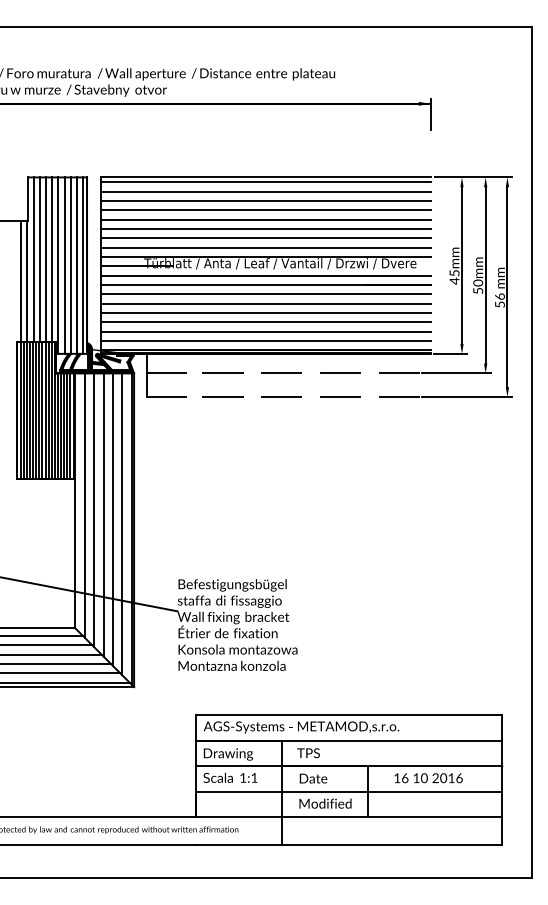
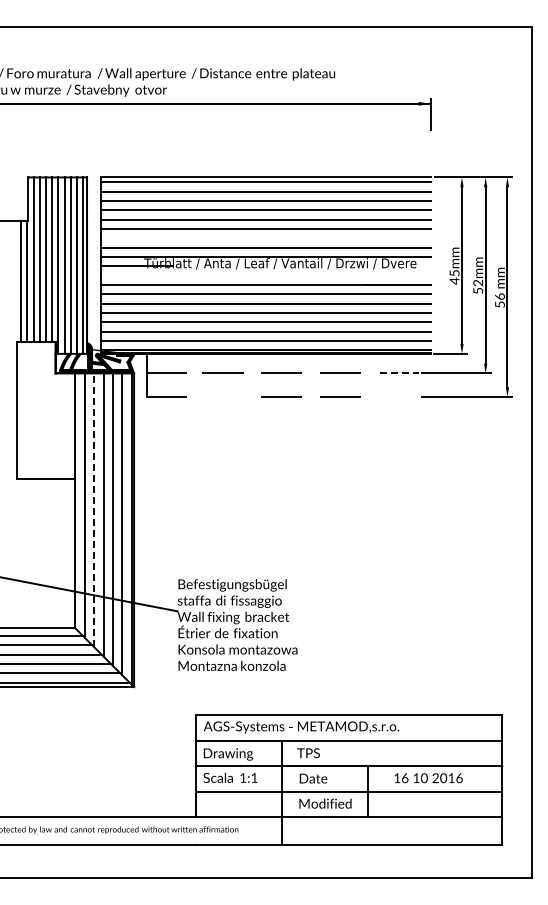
line at (265, 238): present -> none
line at (265, 275): present -> none
text at (479, 282): 50mm -> 52mm
line at (399, 373): solid -> dashed
line at (222, 396): present -> none
line at (398, 396): present -> none
hatch at (45, 410): present -> none
line at (94, 510): solid -> dashed
